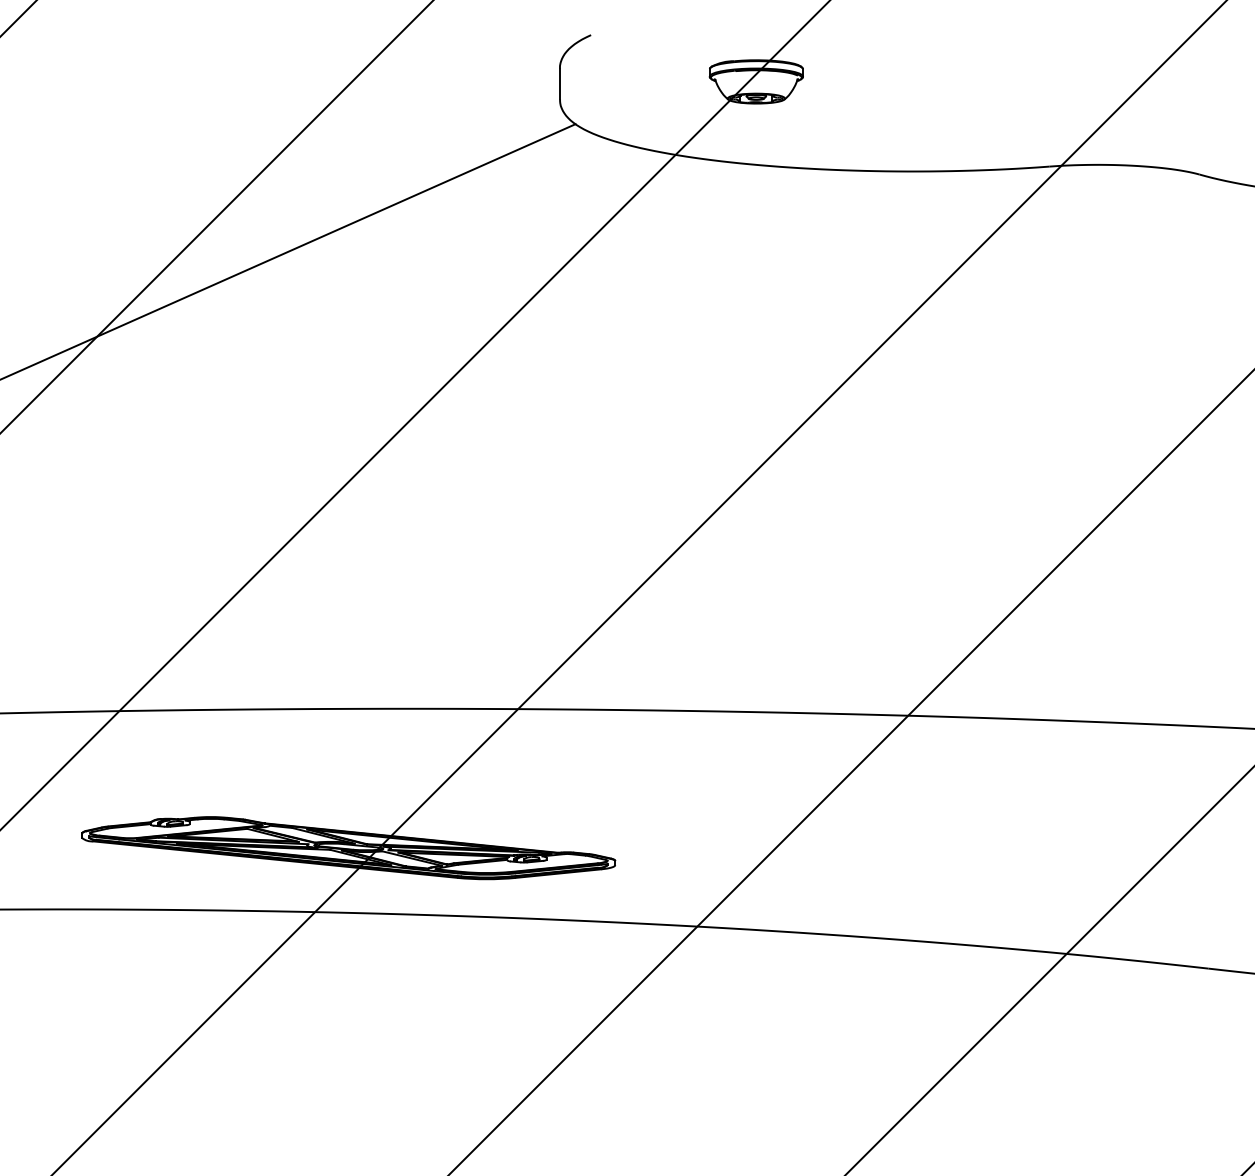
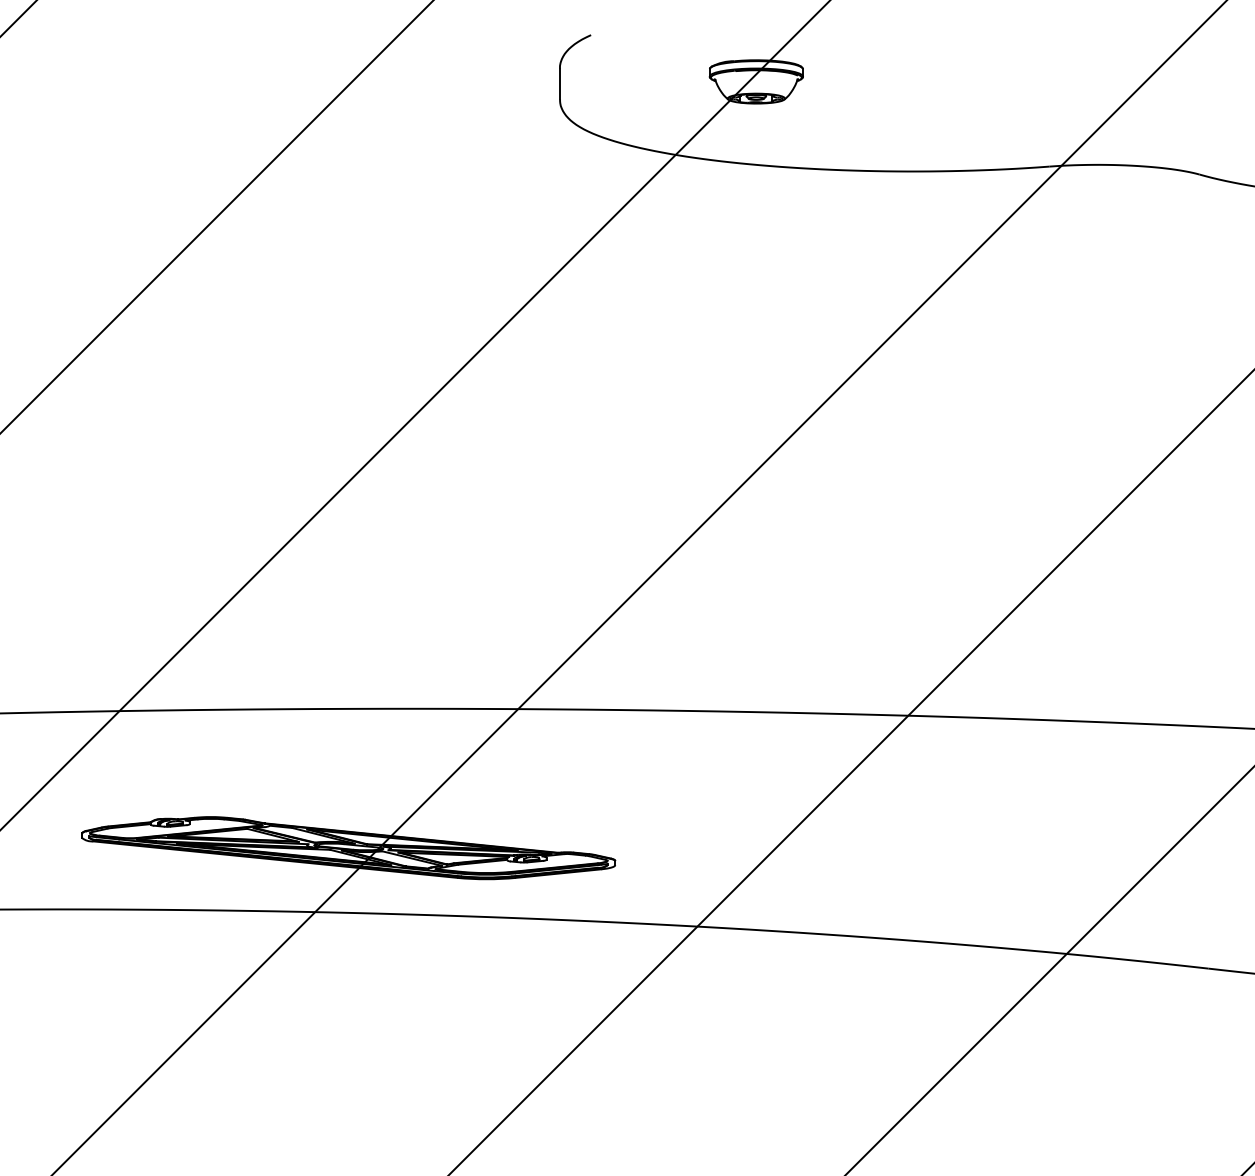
line at (288, 251): present -> none
